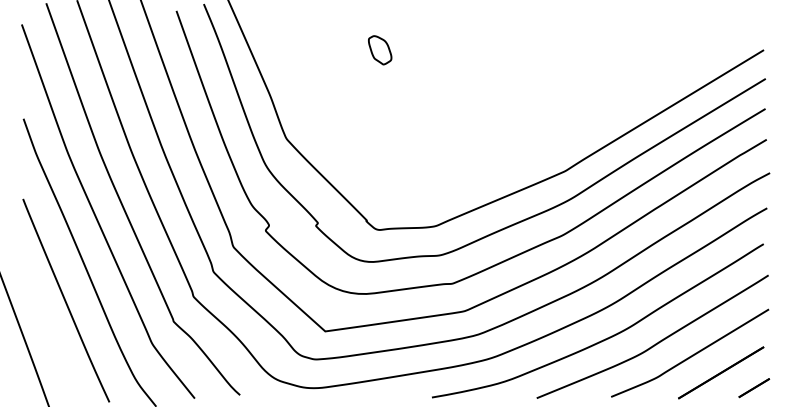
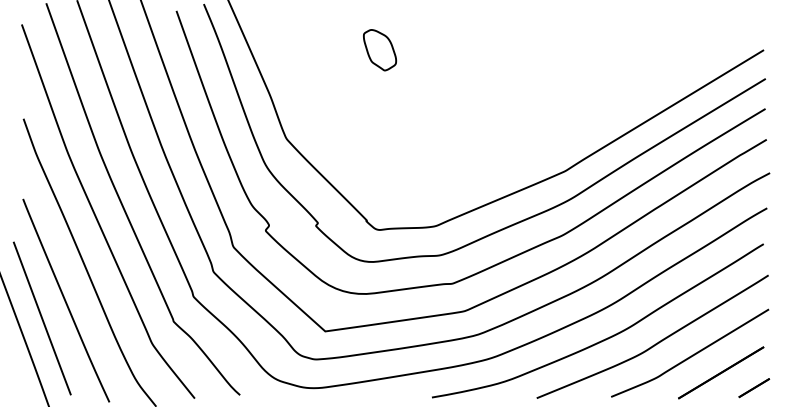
part at (380, 50) size: 25x31 px -> 35x43 px
line at (41, 318): none -> present
